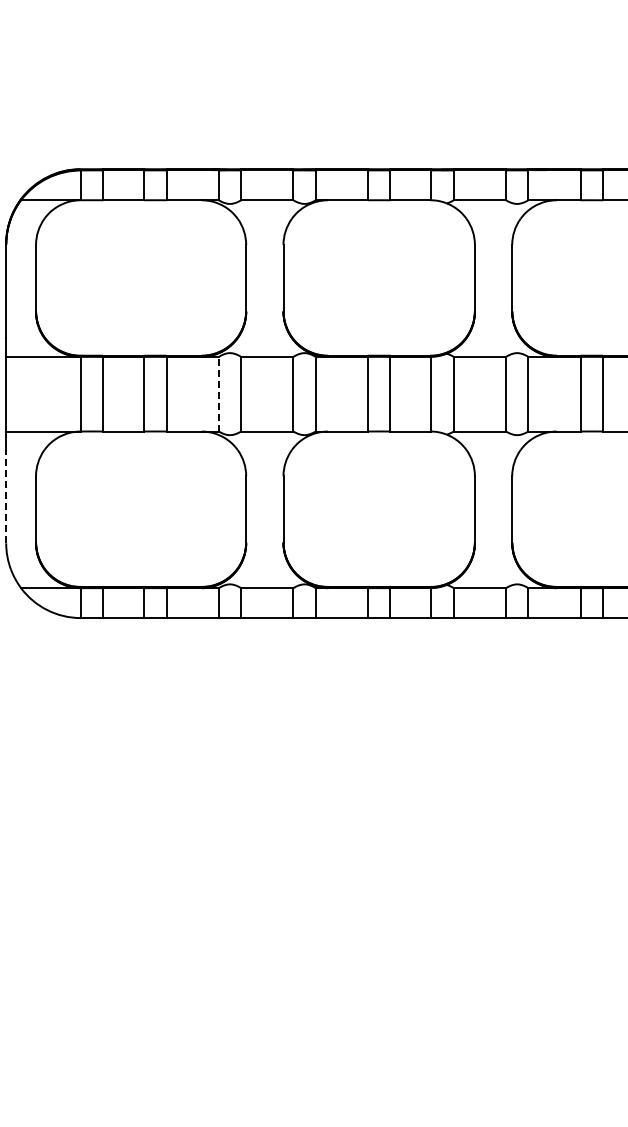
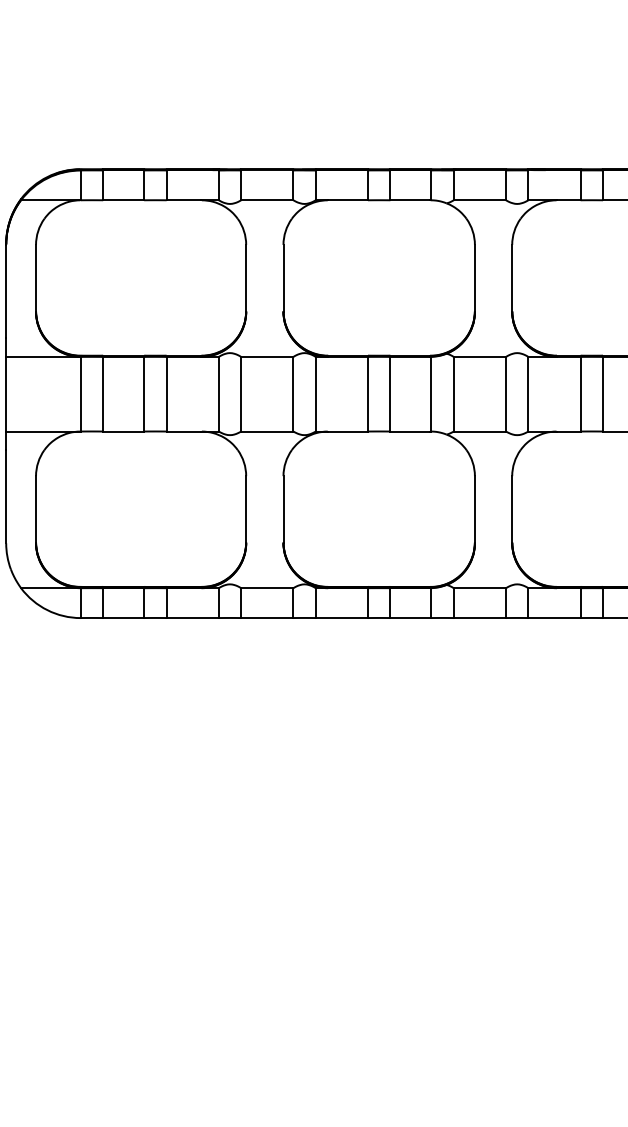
line at (218, 393): dashed -> solid
line at (6, 496): dashed -> solid
